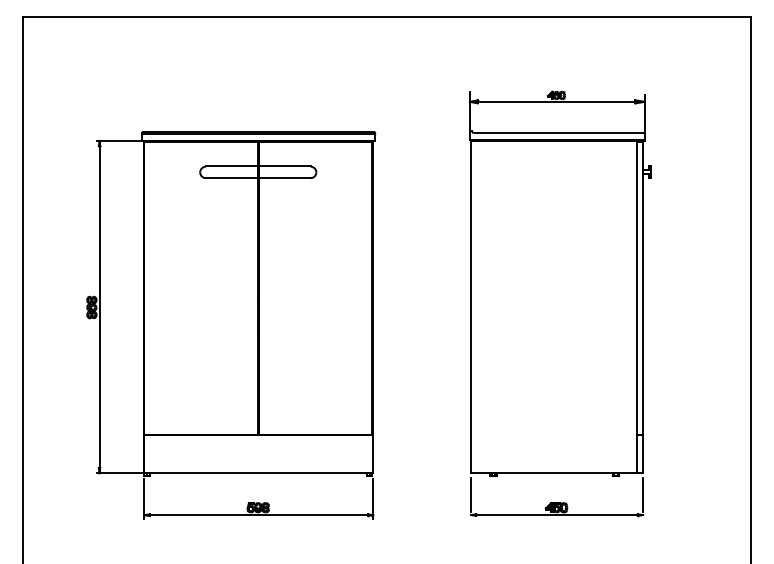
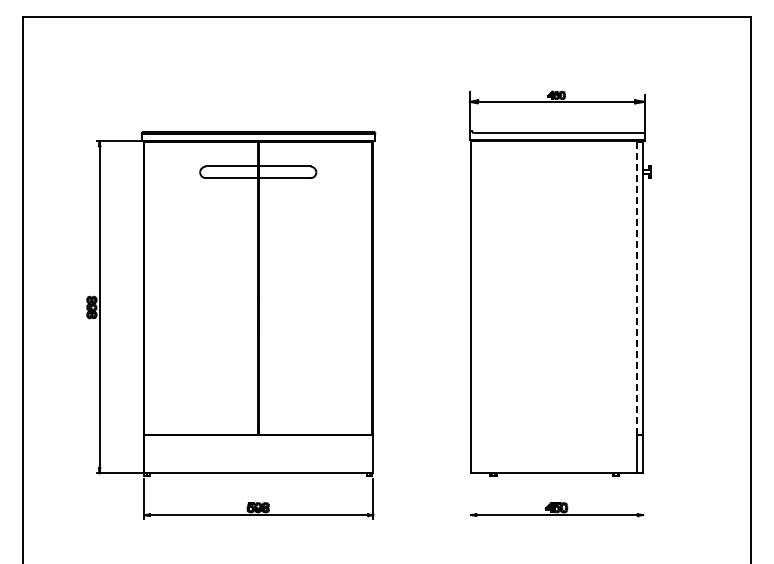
line at (637, 288): solid -> dashed
line at (470, 494): present -> none
line at (643, 494): present -> none
